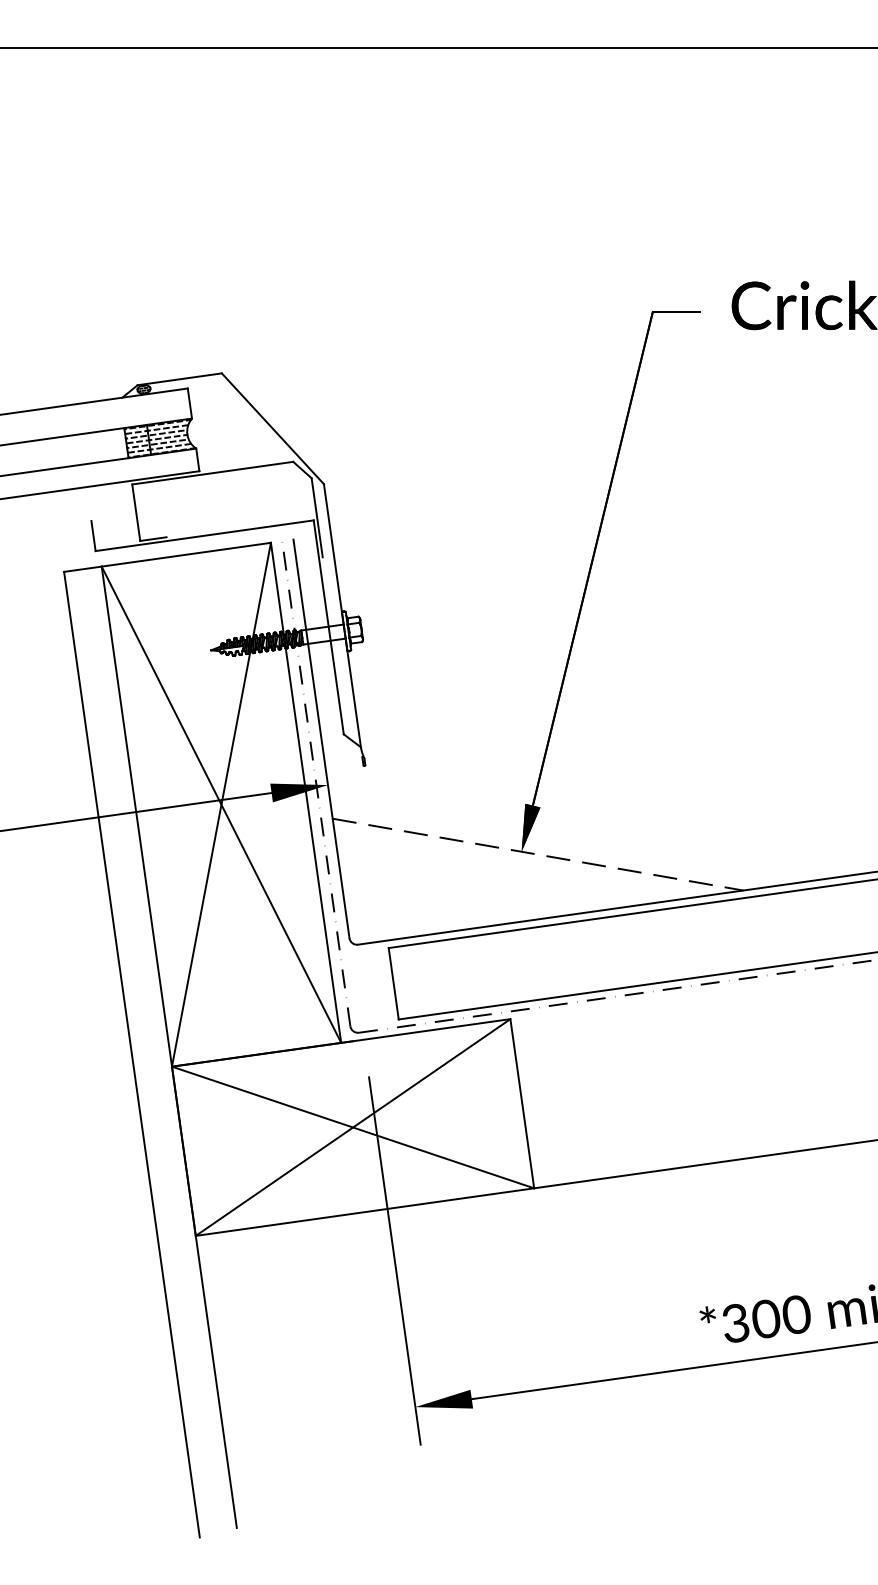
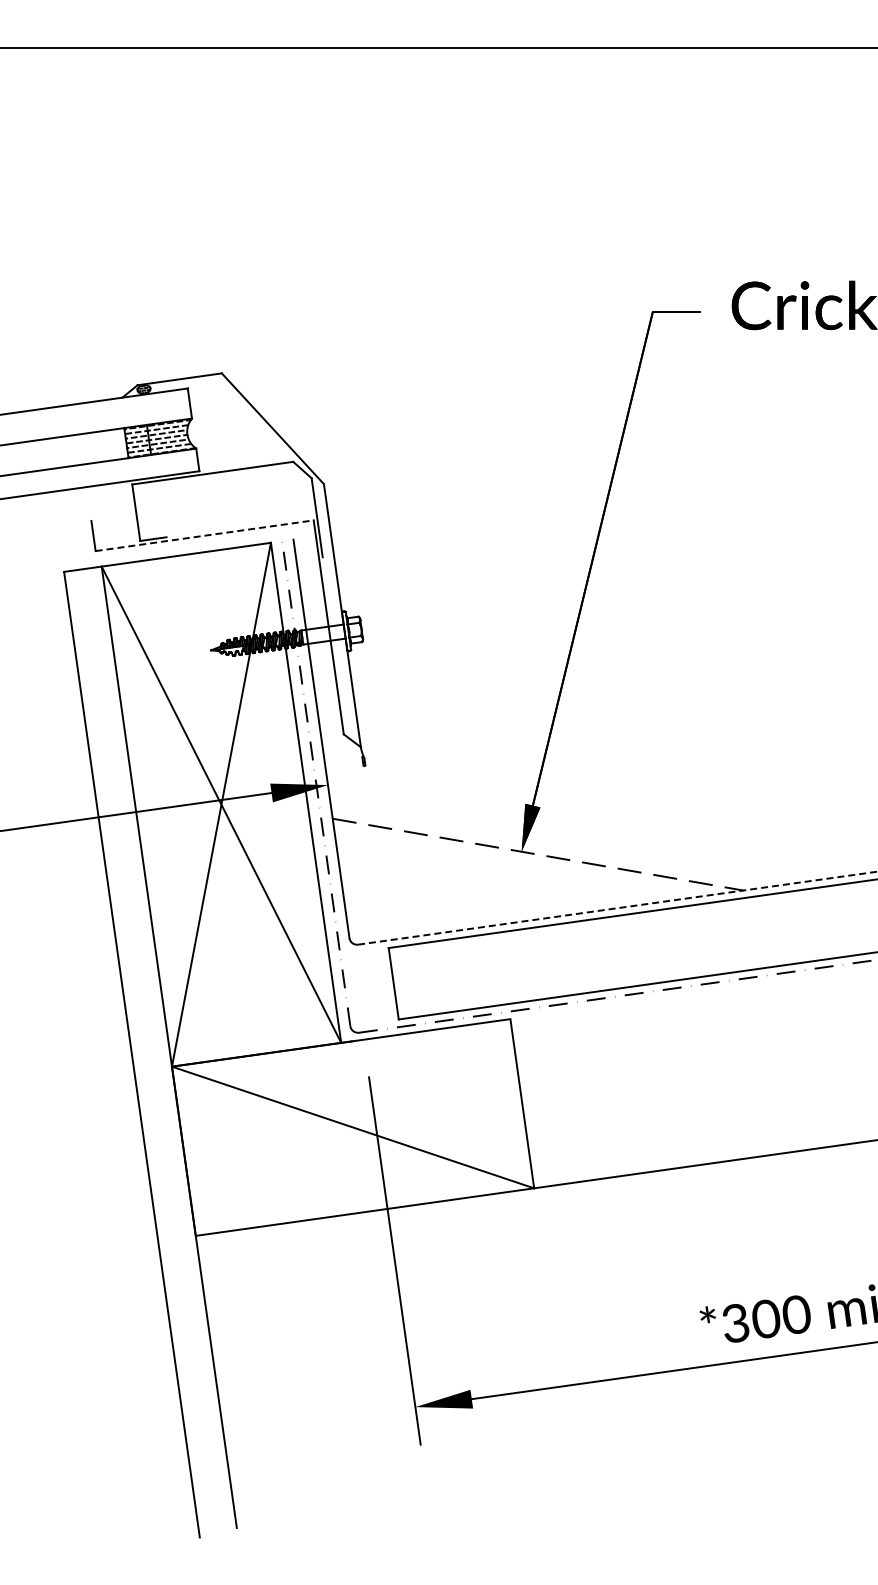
line at (205, 535): solid -> dashed
line at (618, 908): solid -> dashed
line at (352, 1127): present -> none
